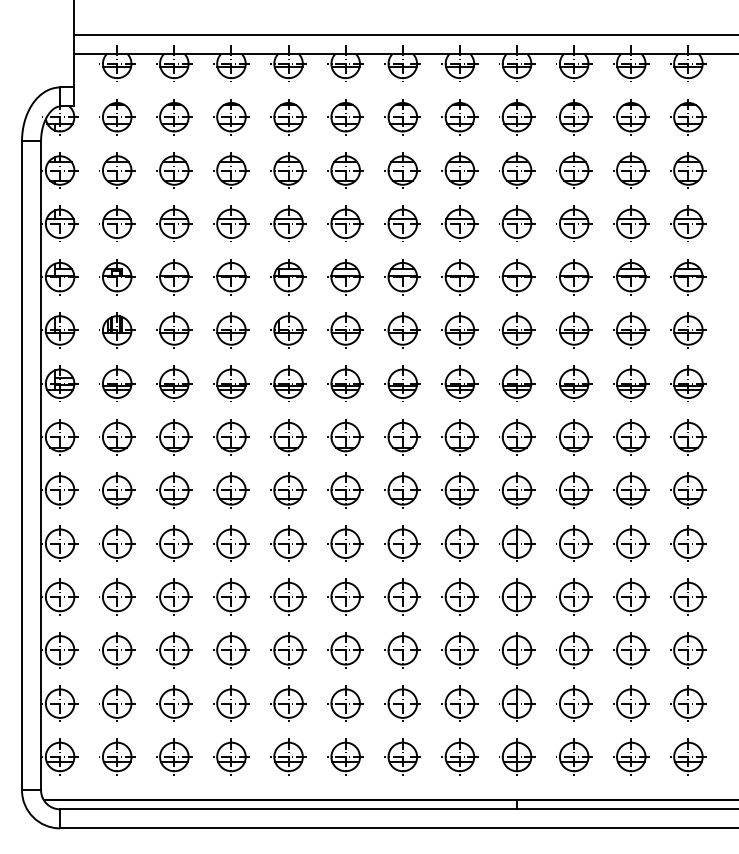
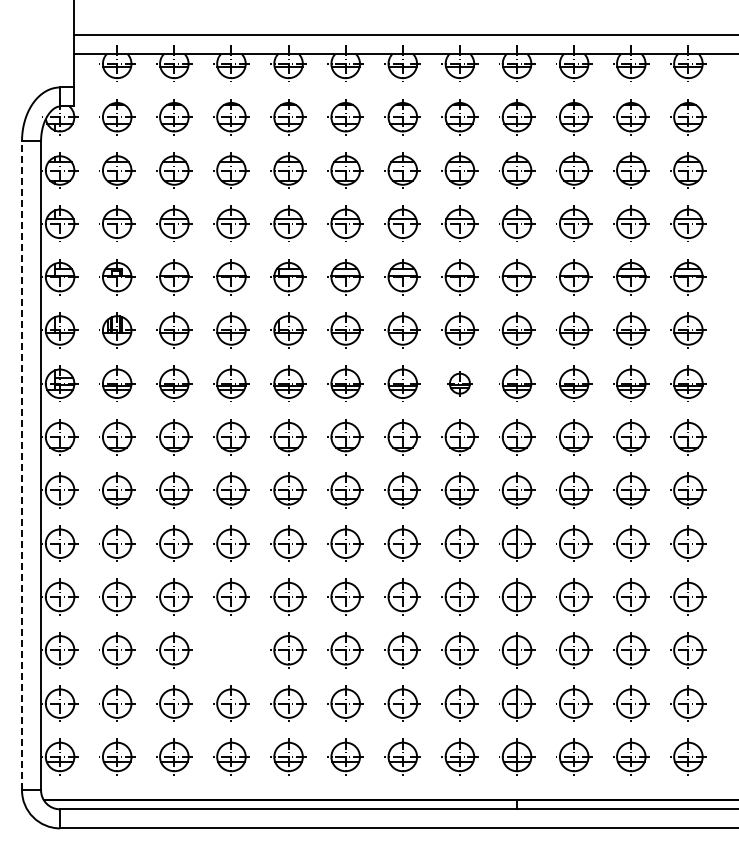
part at (459, 383) size: 38x37 px -> 26x26 px
line at (22, 465): solid -> dashed
part at (231, 650): present -> none
